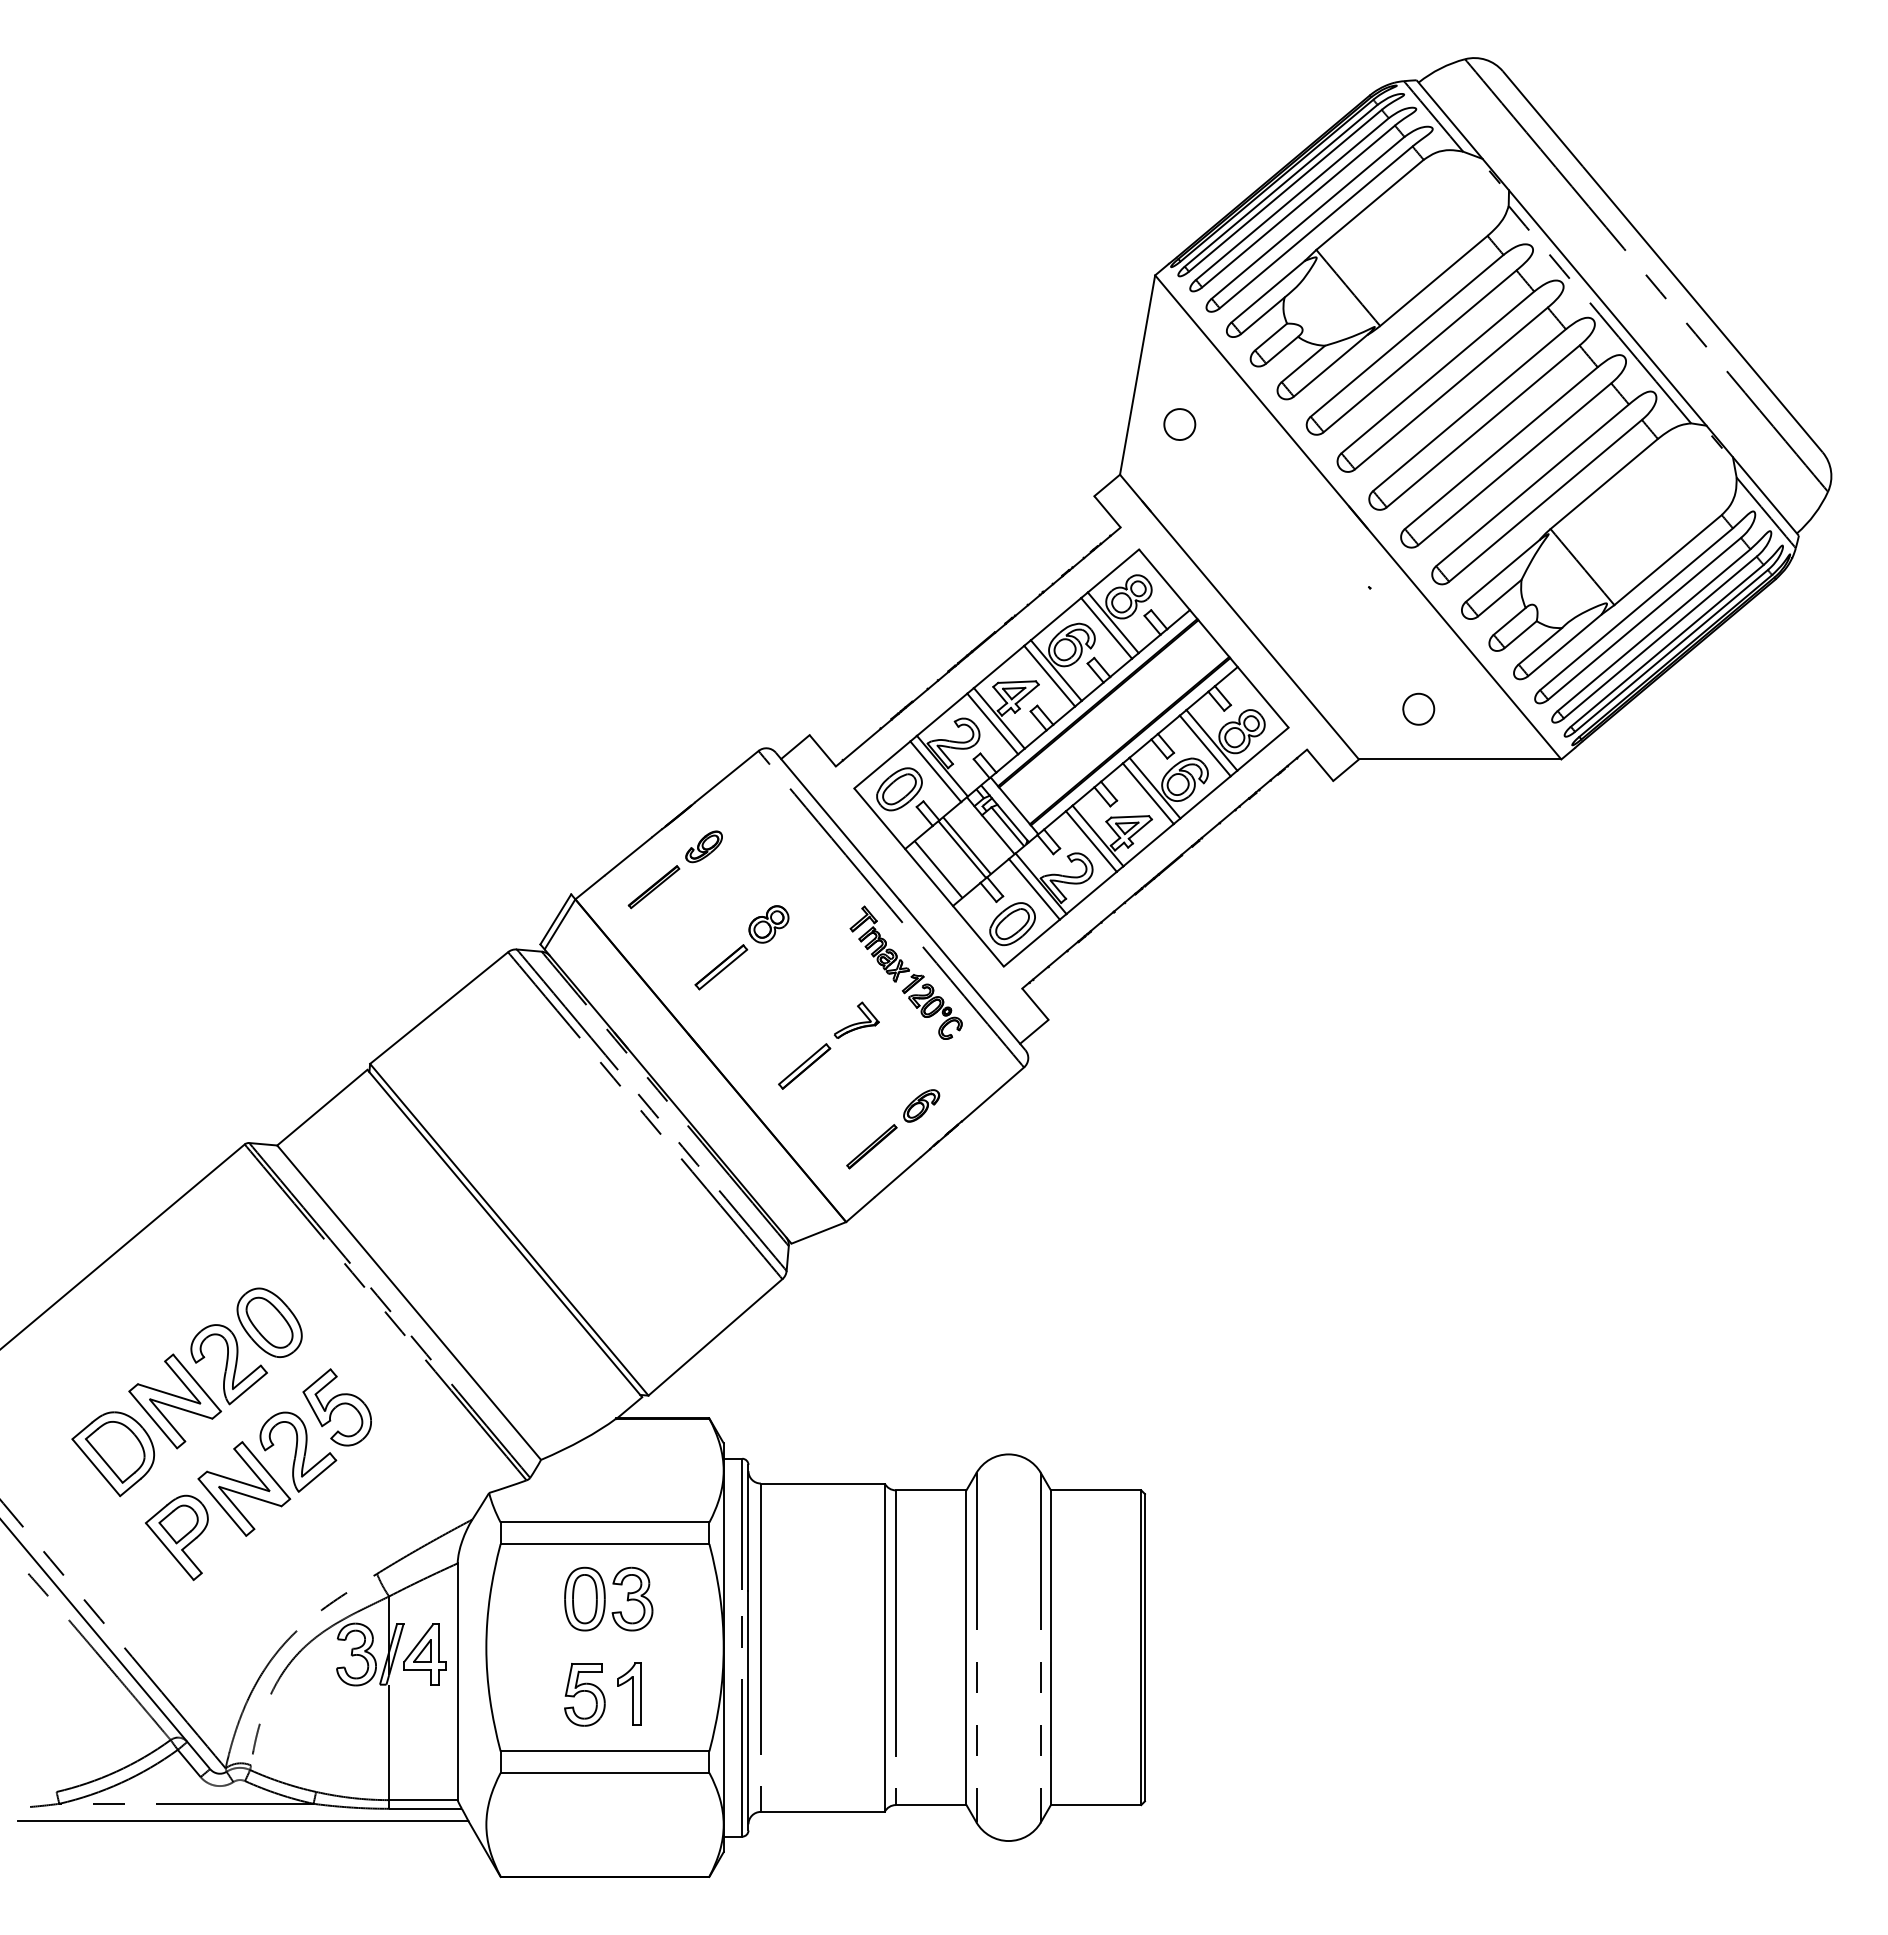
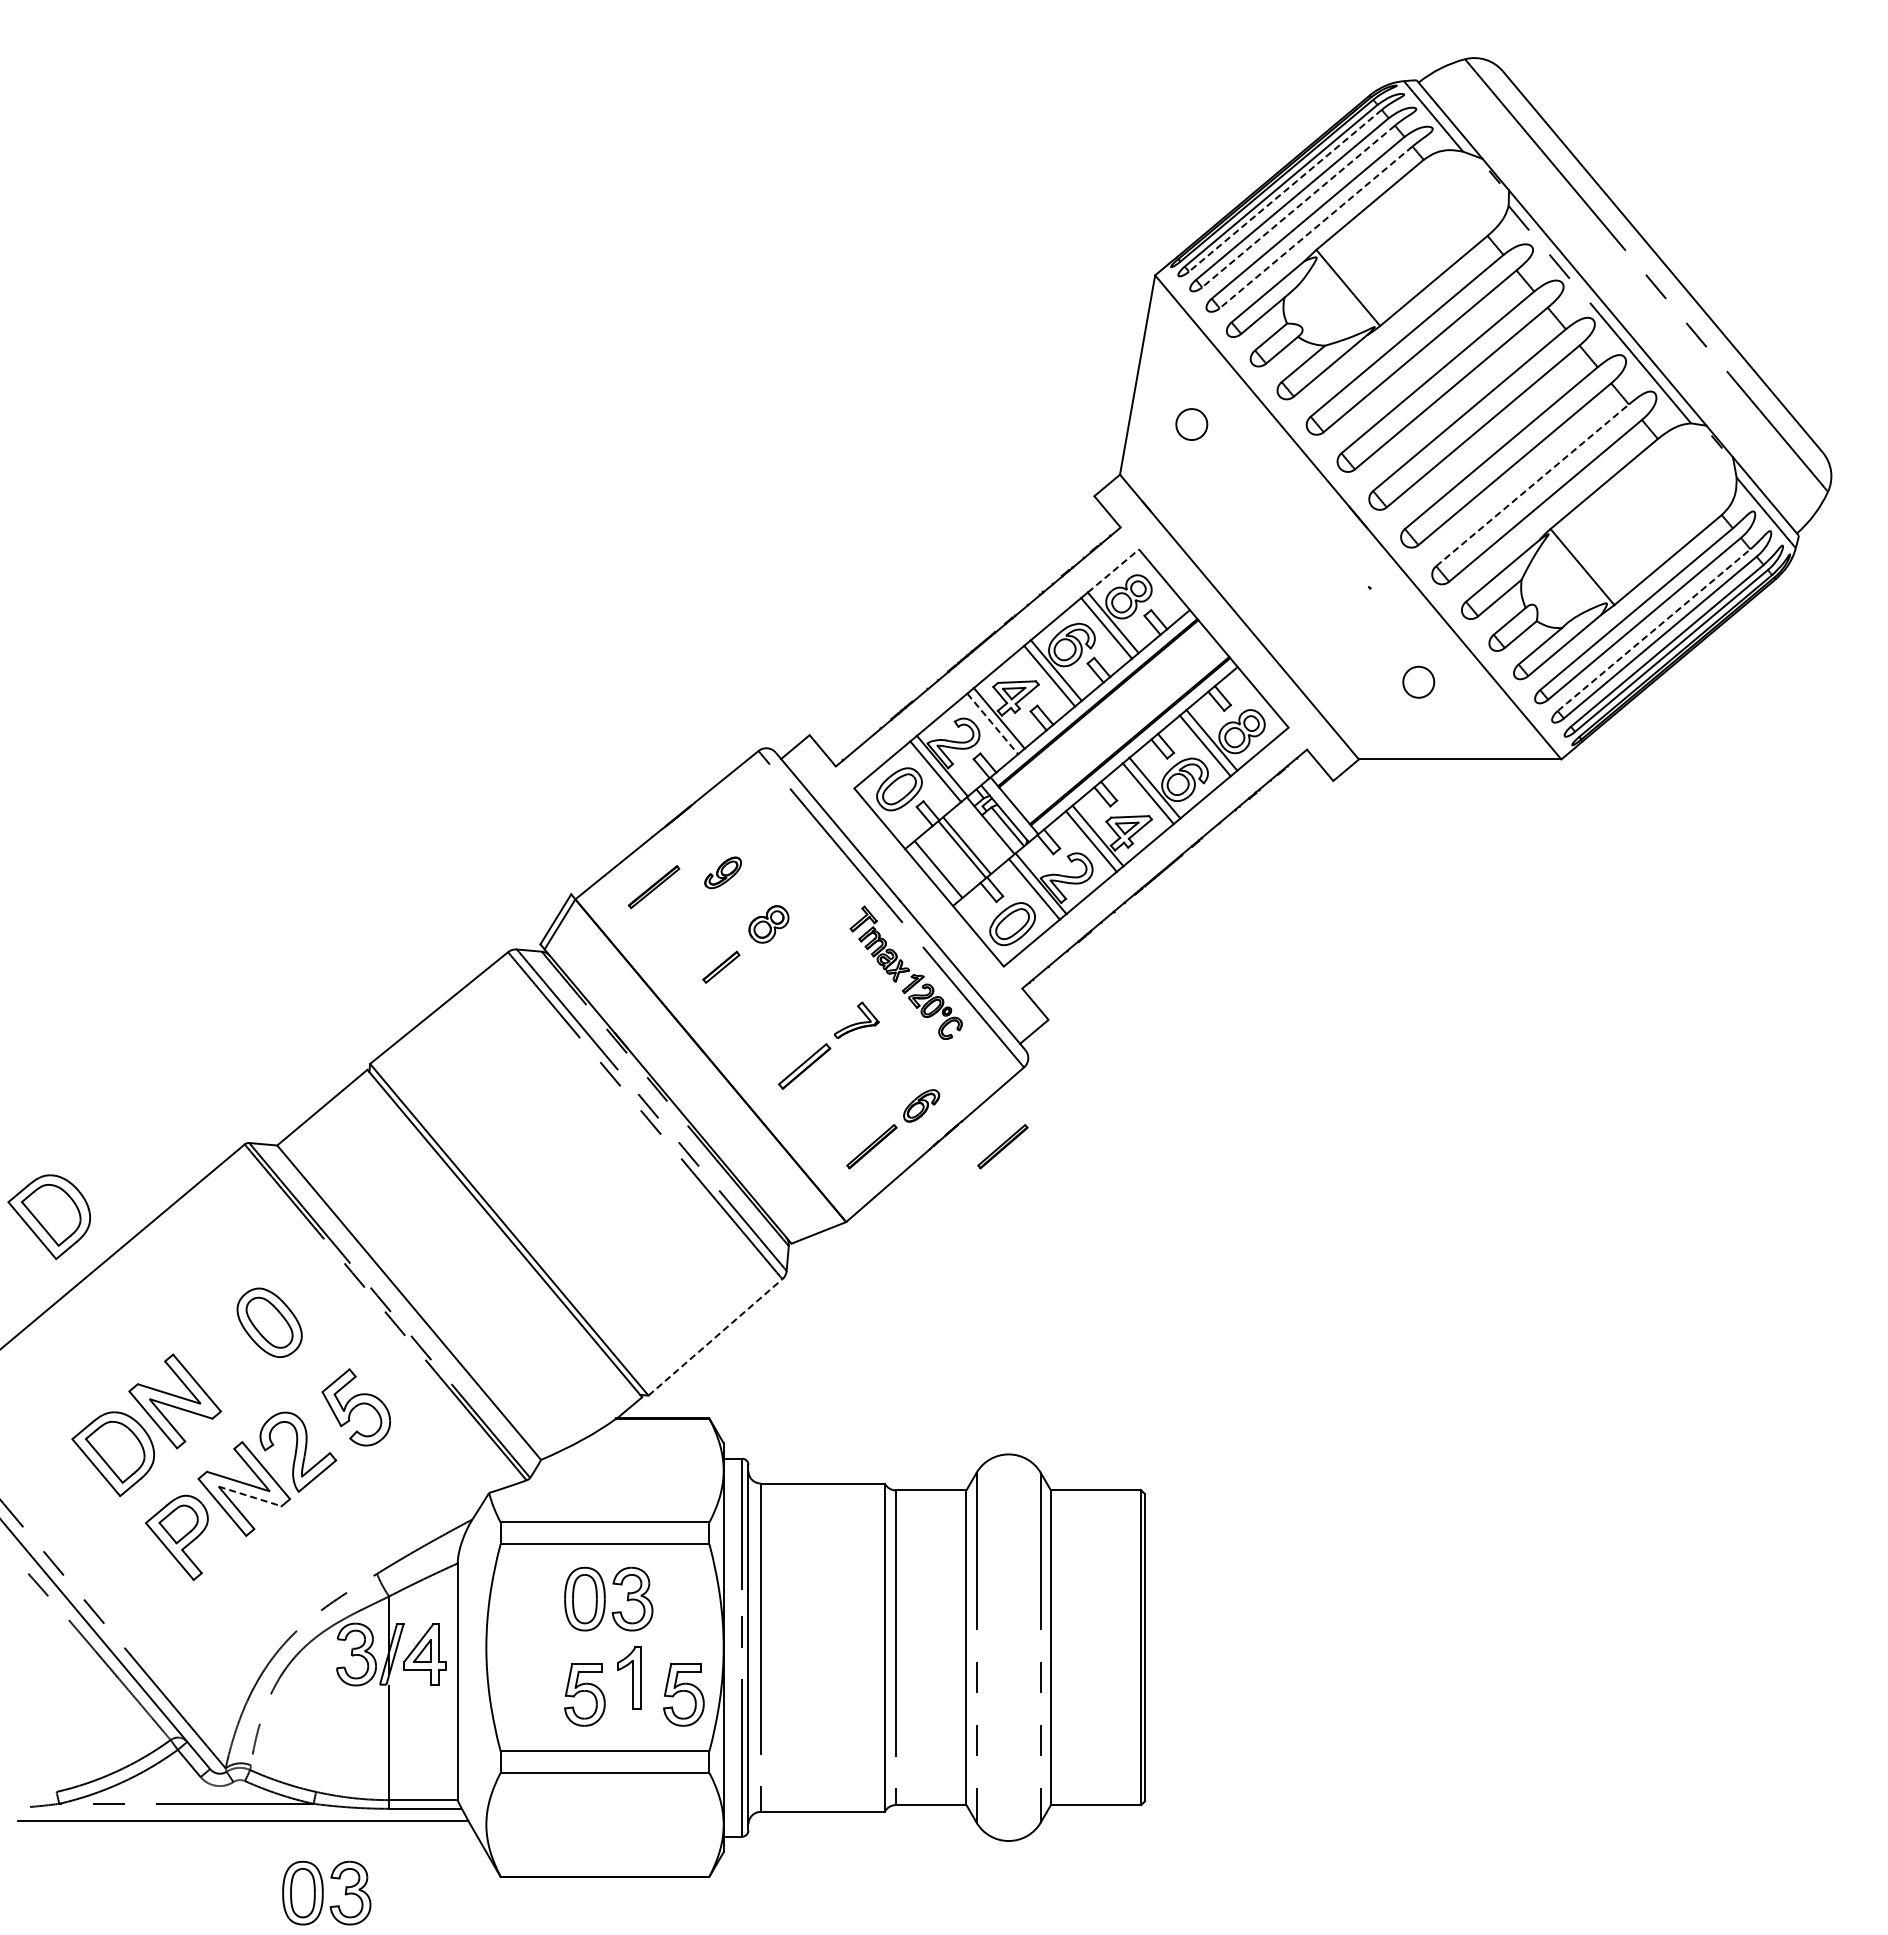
line at (1285, 190): solid -> dashed
line at (1298, 206): solid -> dashed
line at (1316, 227): solid -> dashed
part at (1179, 424) position: (1179, 424) -> (1191, 424)
line at (1532, 485): solid -> dashed
line at (1113, 570): solid -> dashed
line at (1654, 630): solid -> dashed
part at (1418, 708) position: (1418, 708) -> (1418, 681)
line at (992, 723): solid -> dashed
part at (703, 846) position: (703, 846) -> (722, 872)
part at (721, 967) size: 55x47 px -> 39x34 px
part at (1002, 1146): none -> present
part at (48, 1217): none -> present
line at (715, 1337): solid -> dashed
part at (228, 1364): present -> none
part at (336, 1407) position: (336, 1407) -> (355, 1407)
line at (249, 1496): solid -> dashed
part at (629, 1693) position: (629, 1693) -> (629, 1677)
part at (683, 1694): none -> present
part at (326, 1892): none -> present
